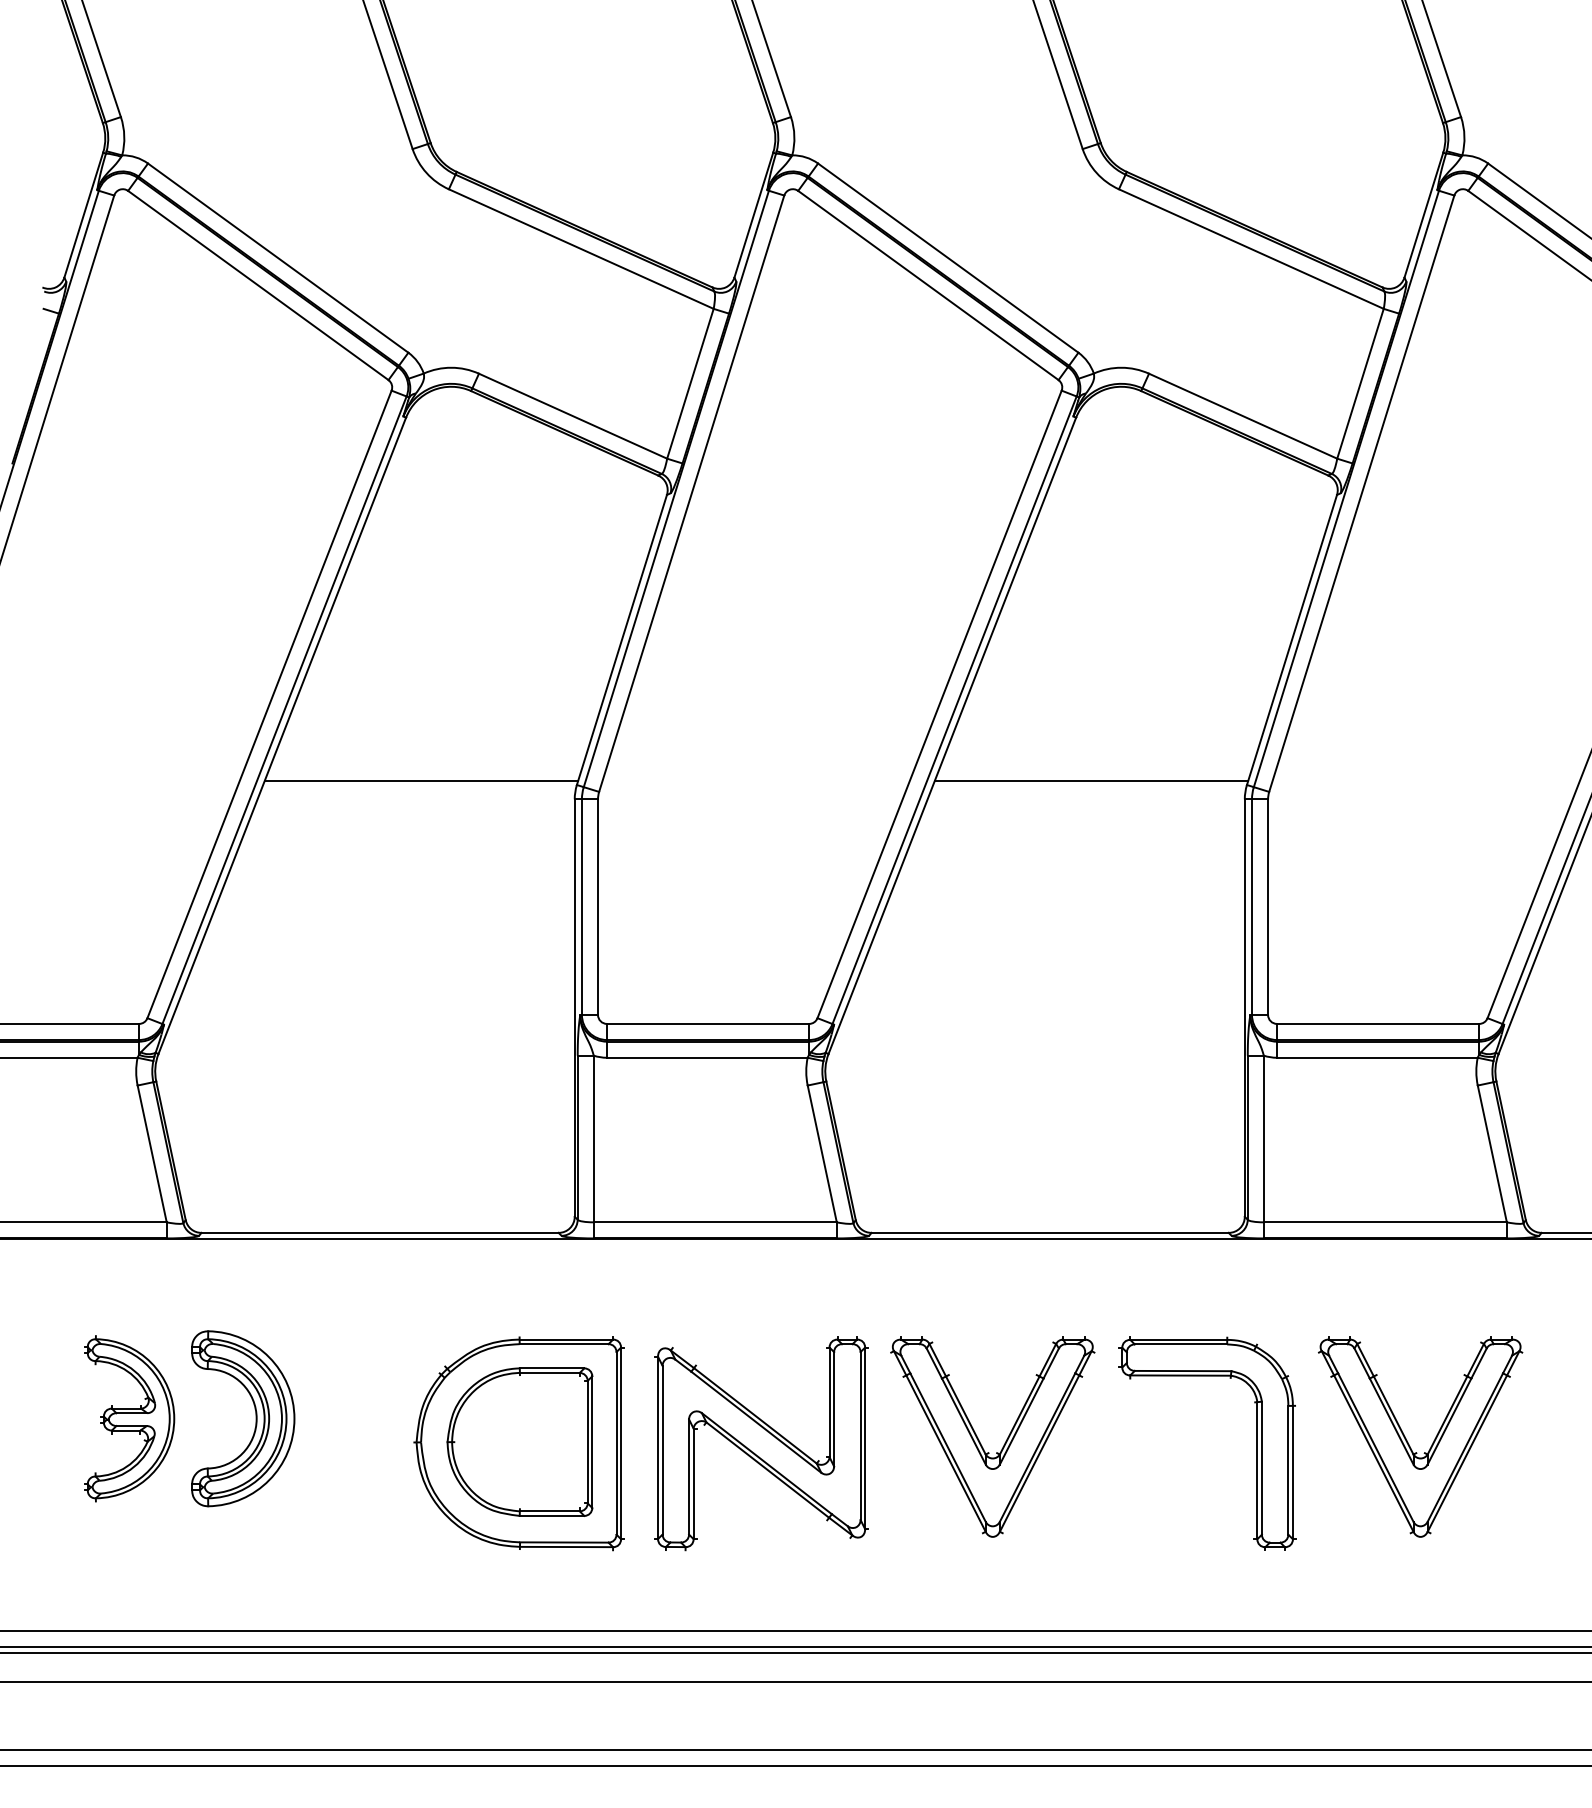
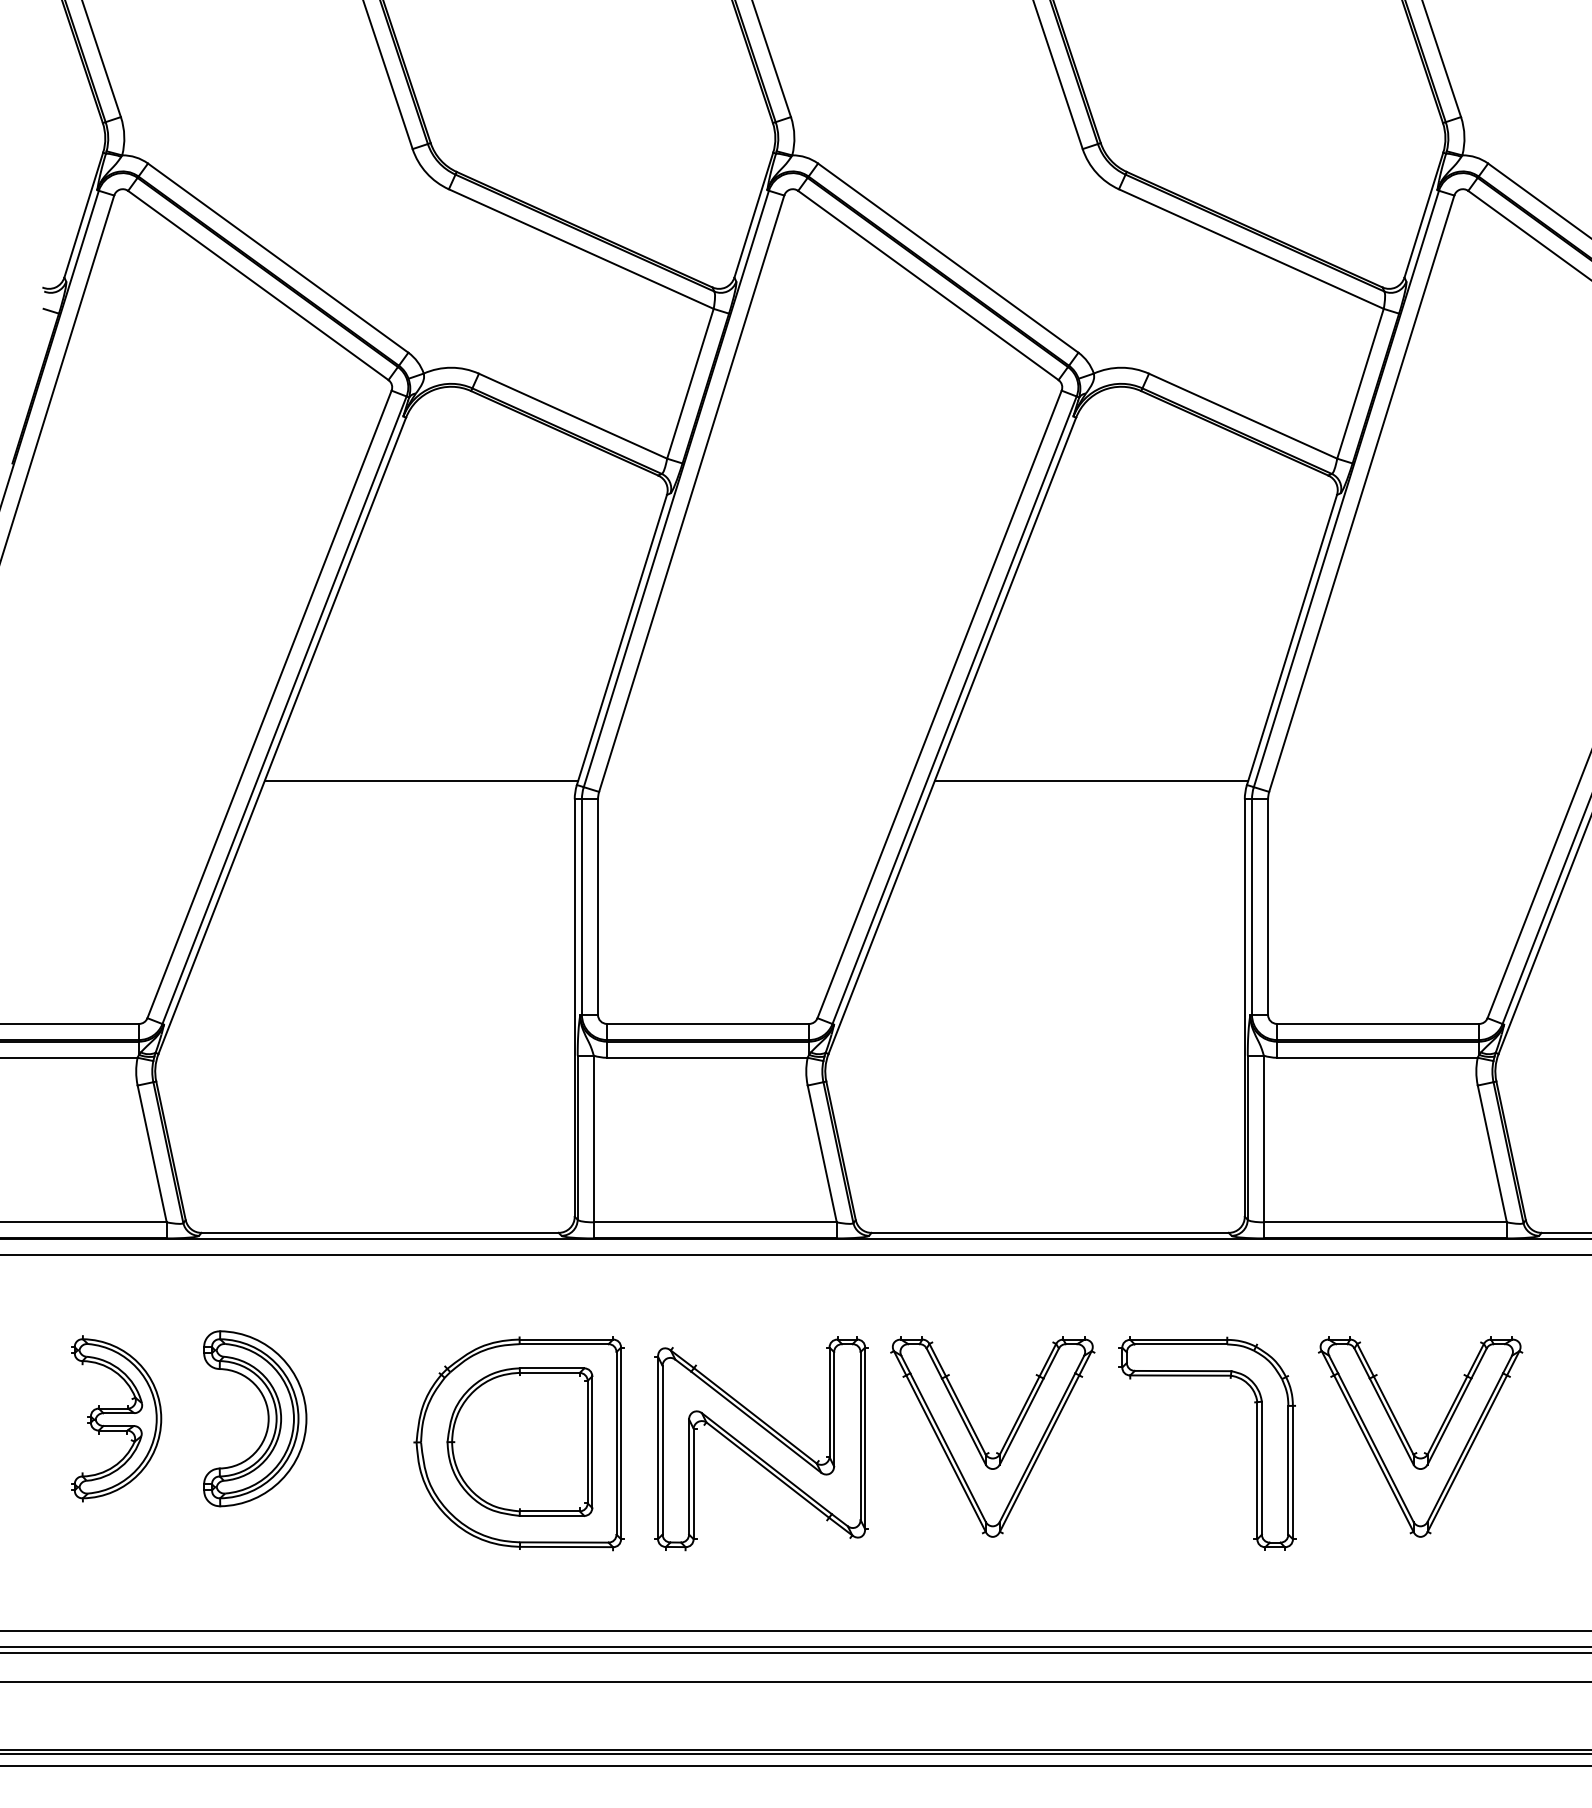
line at (795, 1254): none -> present
part at (129, 1418) position: (129, 1418) -> (116, 1418)
part at (255, 1418) position: (255, 1418) -> (267, 1418)
line at (795, 1753): none -> present
